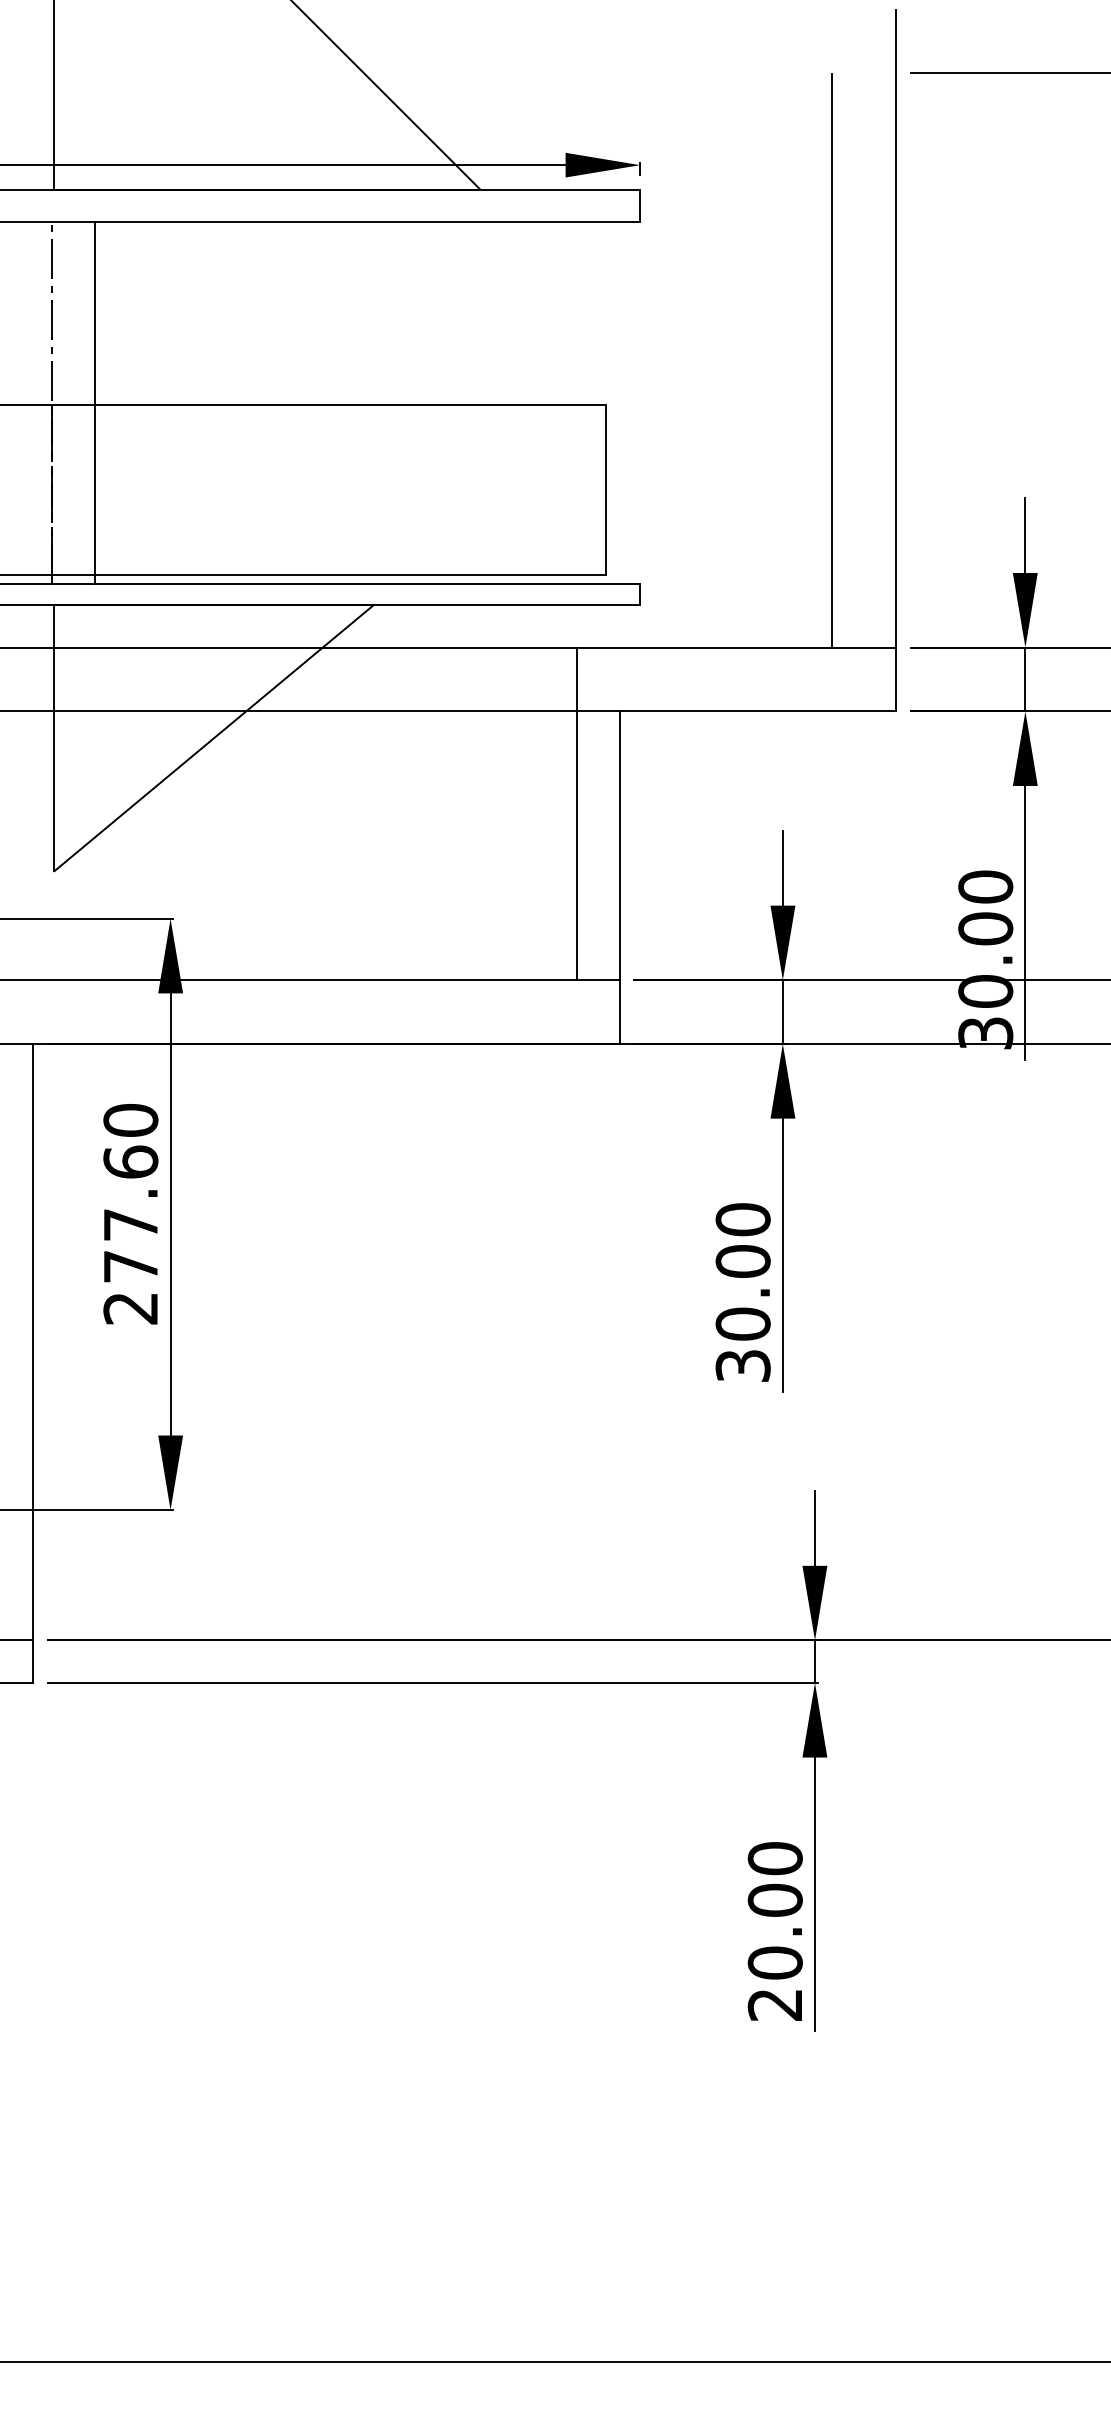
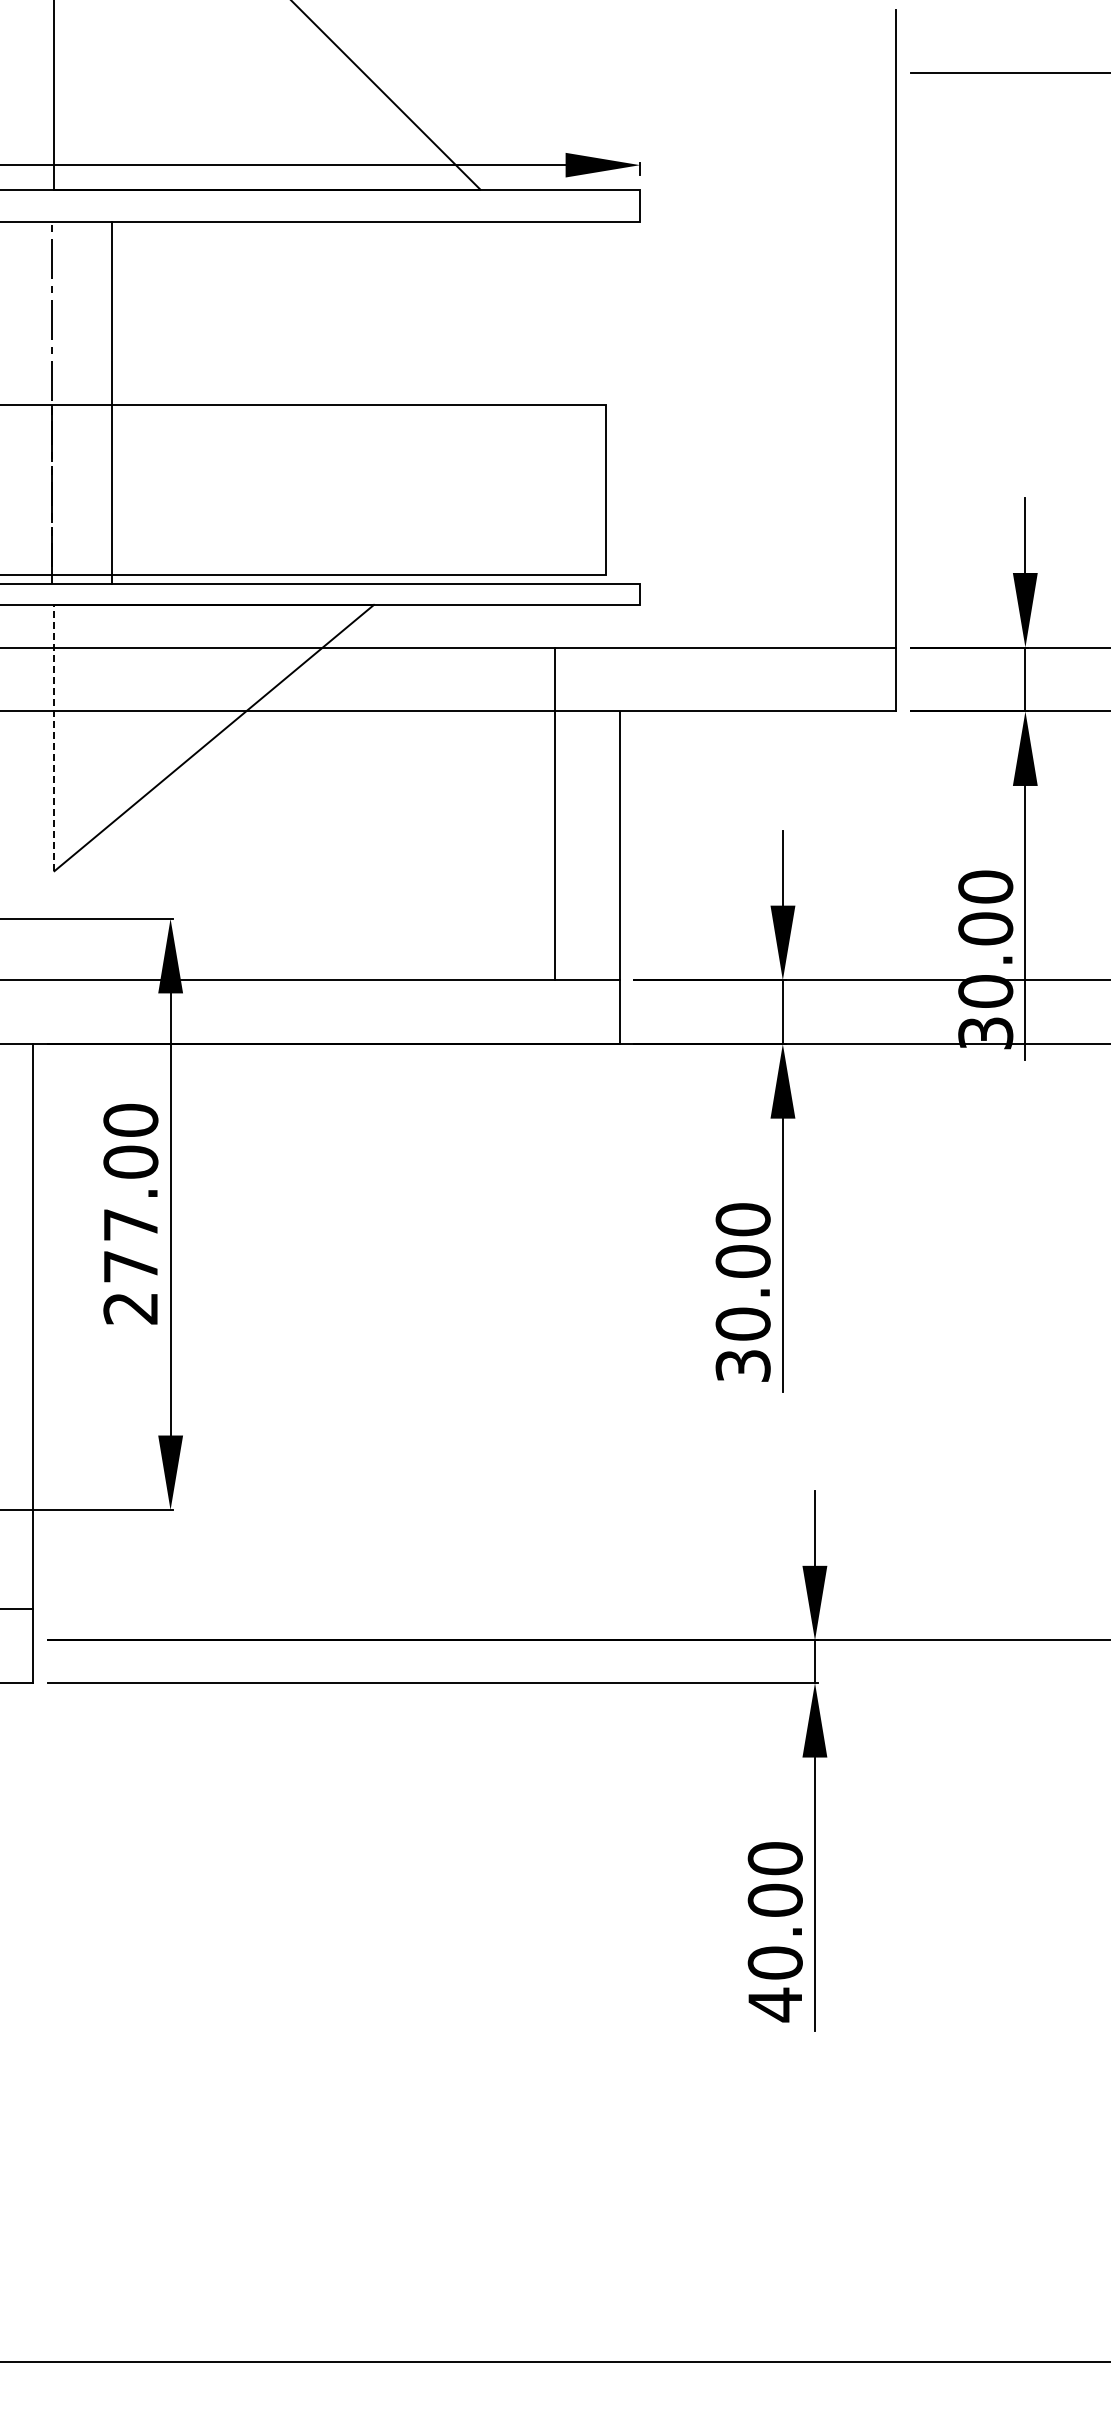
line at (831, 360): present -> none
line at (94, 402) position: (94, 402) -> (111, 402)
line at (54, 737): solid -> dashed
line at (576, 813) position: (576, 813) -> (554, 813)
text at (130, 1161): 277.60 -> 277.00
line at (17, 1640) position: (17, 1640) -> (17, 1609)
text at (774, 2004): 20.00 -> 40.00
